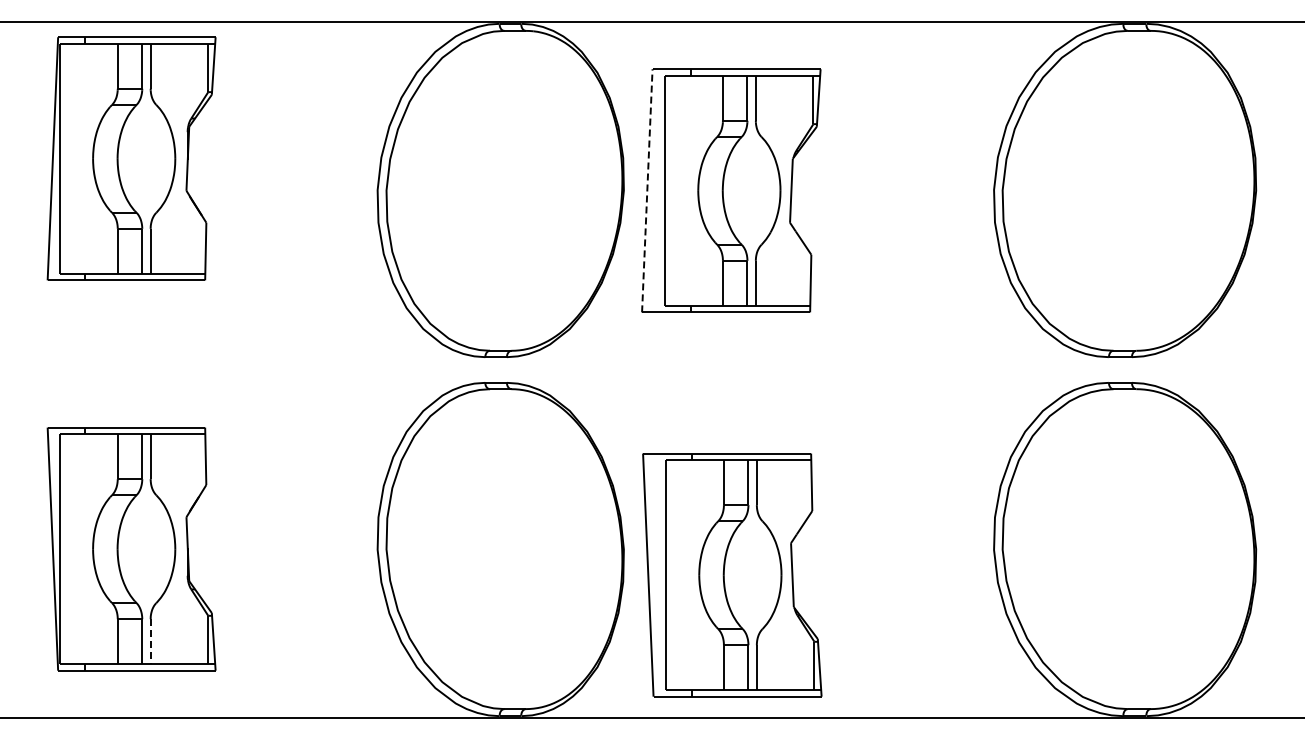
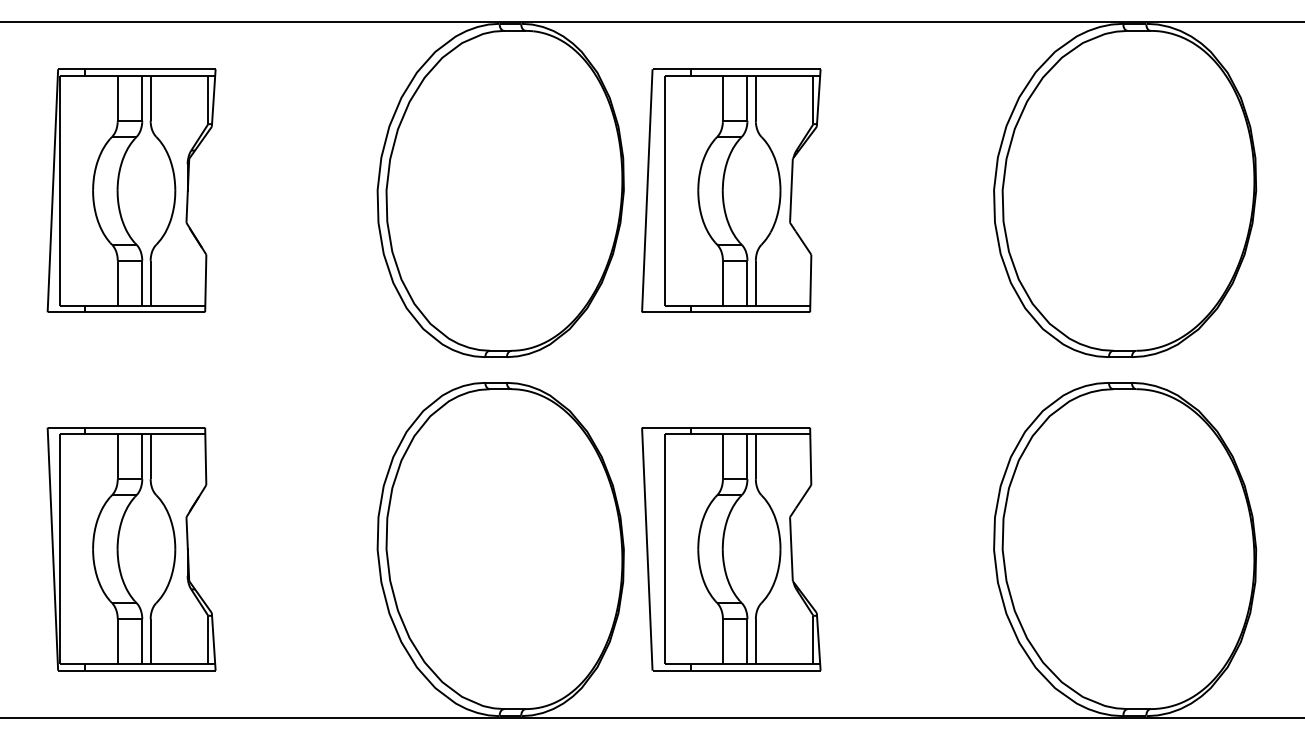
part at (131, 158) position: (131, 158) -> (131, 190)
line at (647, 190): dashed -> solid
part at (732, 575) position: (732, 575) -> (731, 549)
line at (150, 641): dashed -> solid
